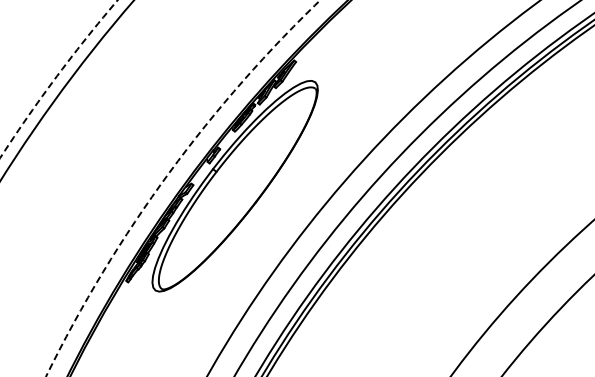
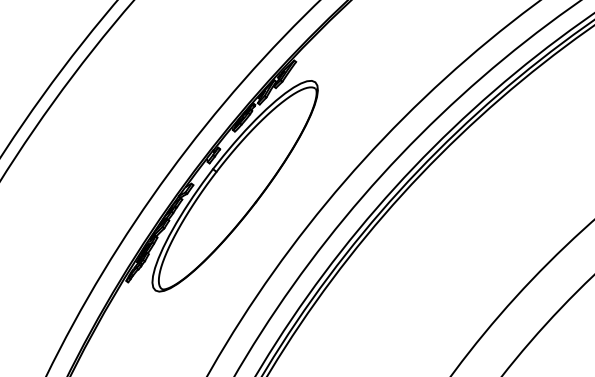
arc at (56, 77): dashed -> solid
arc at (166, 176): dashed -> solid
